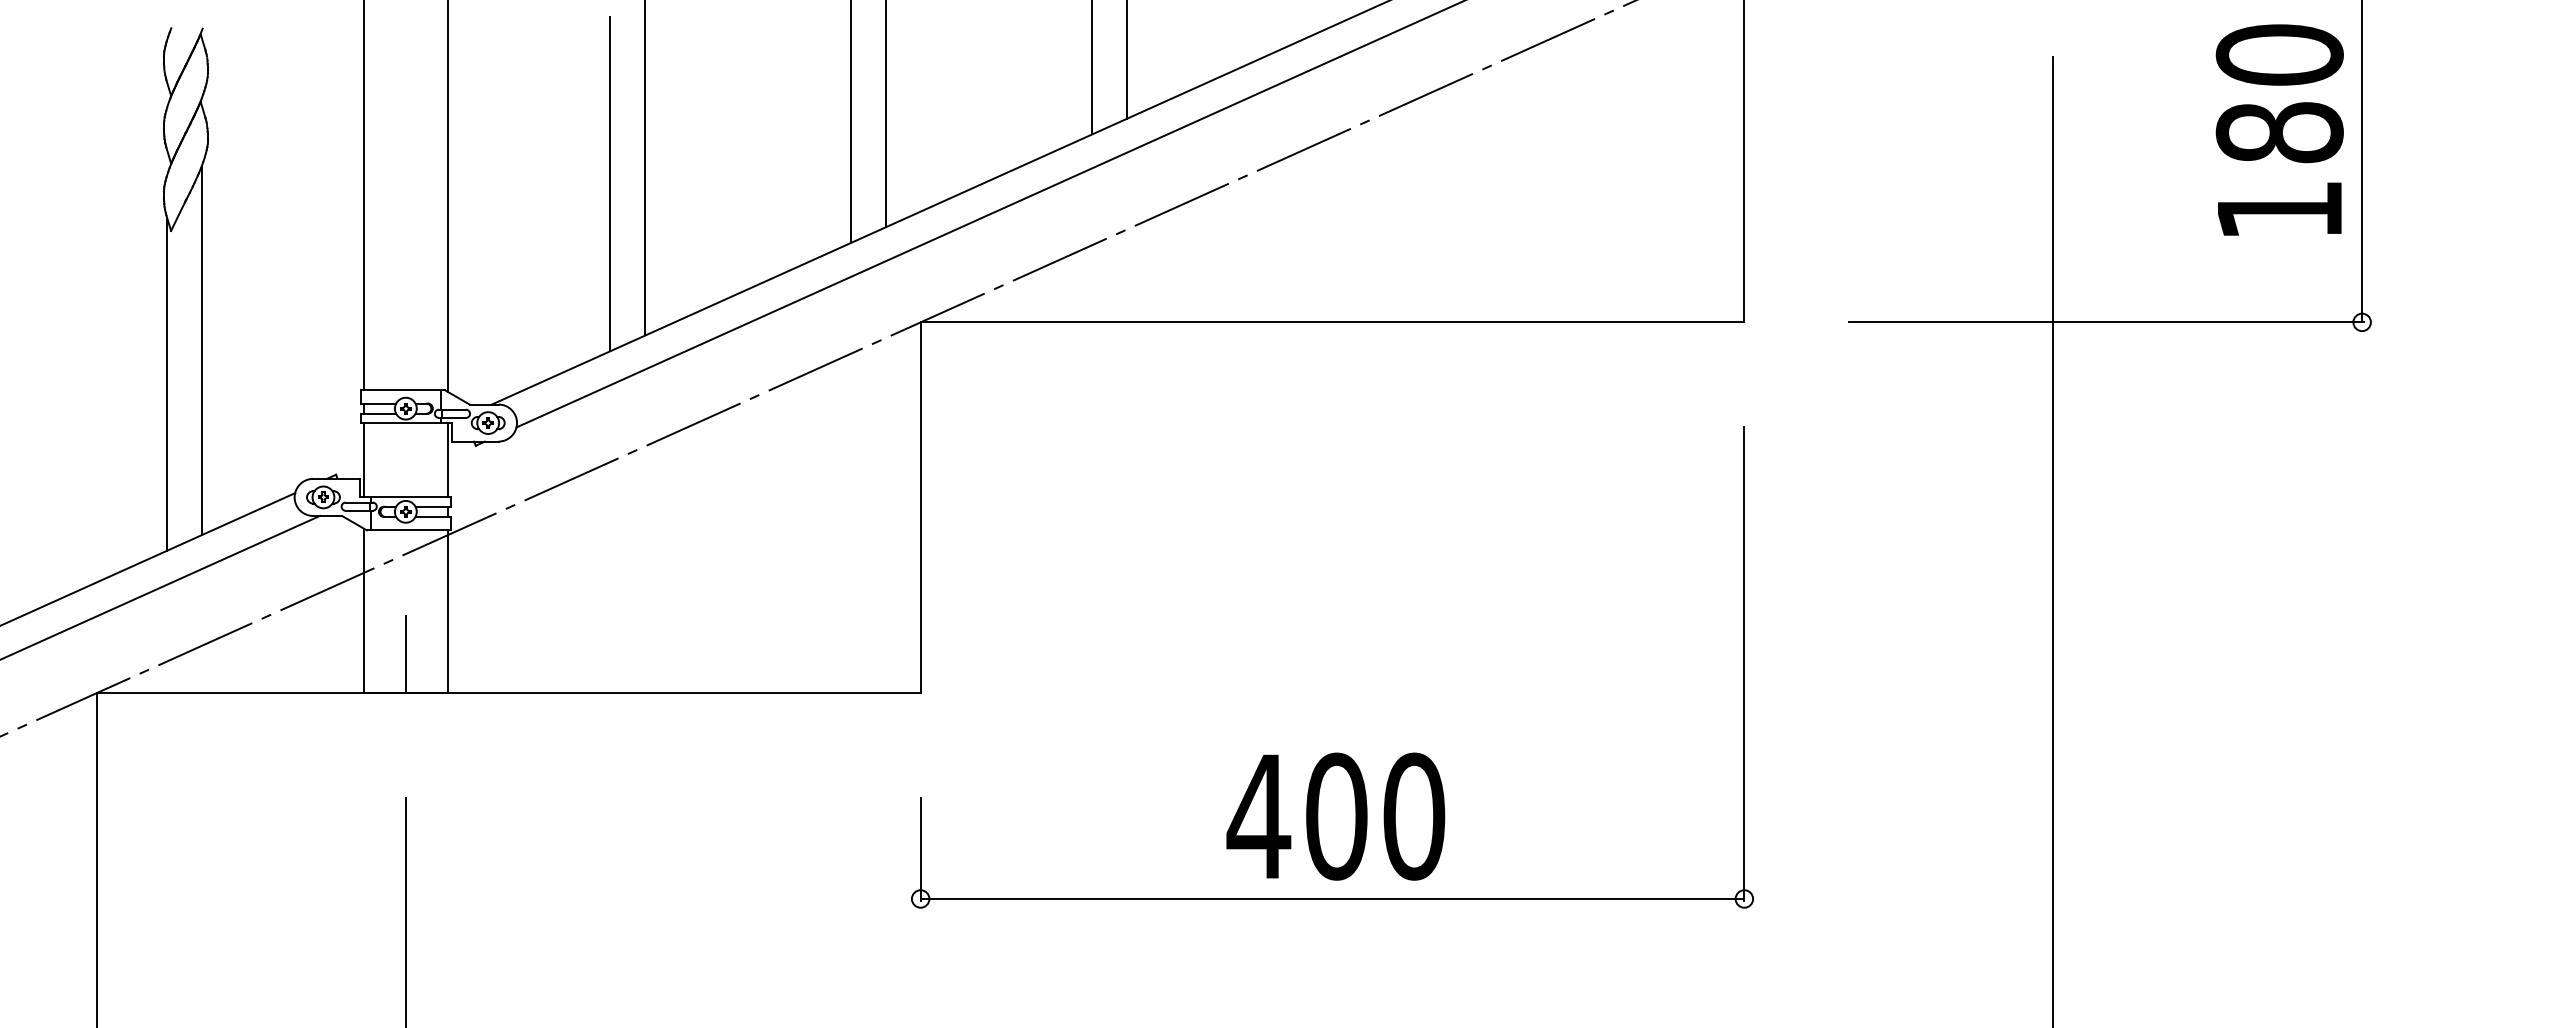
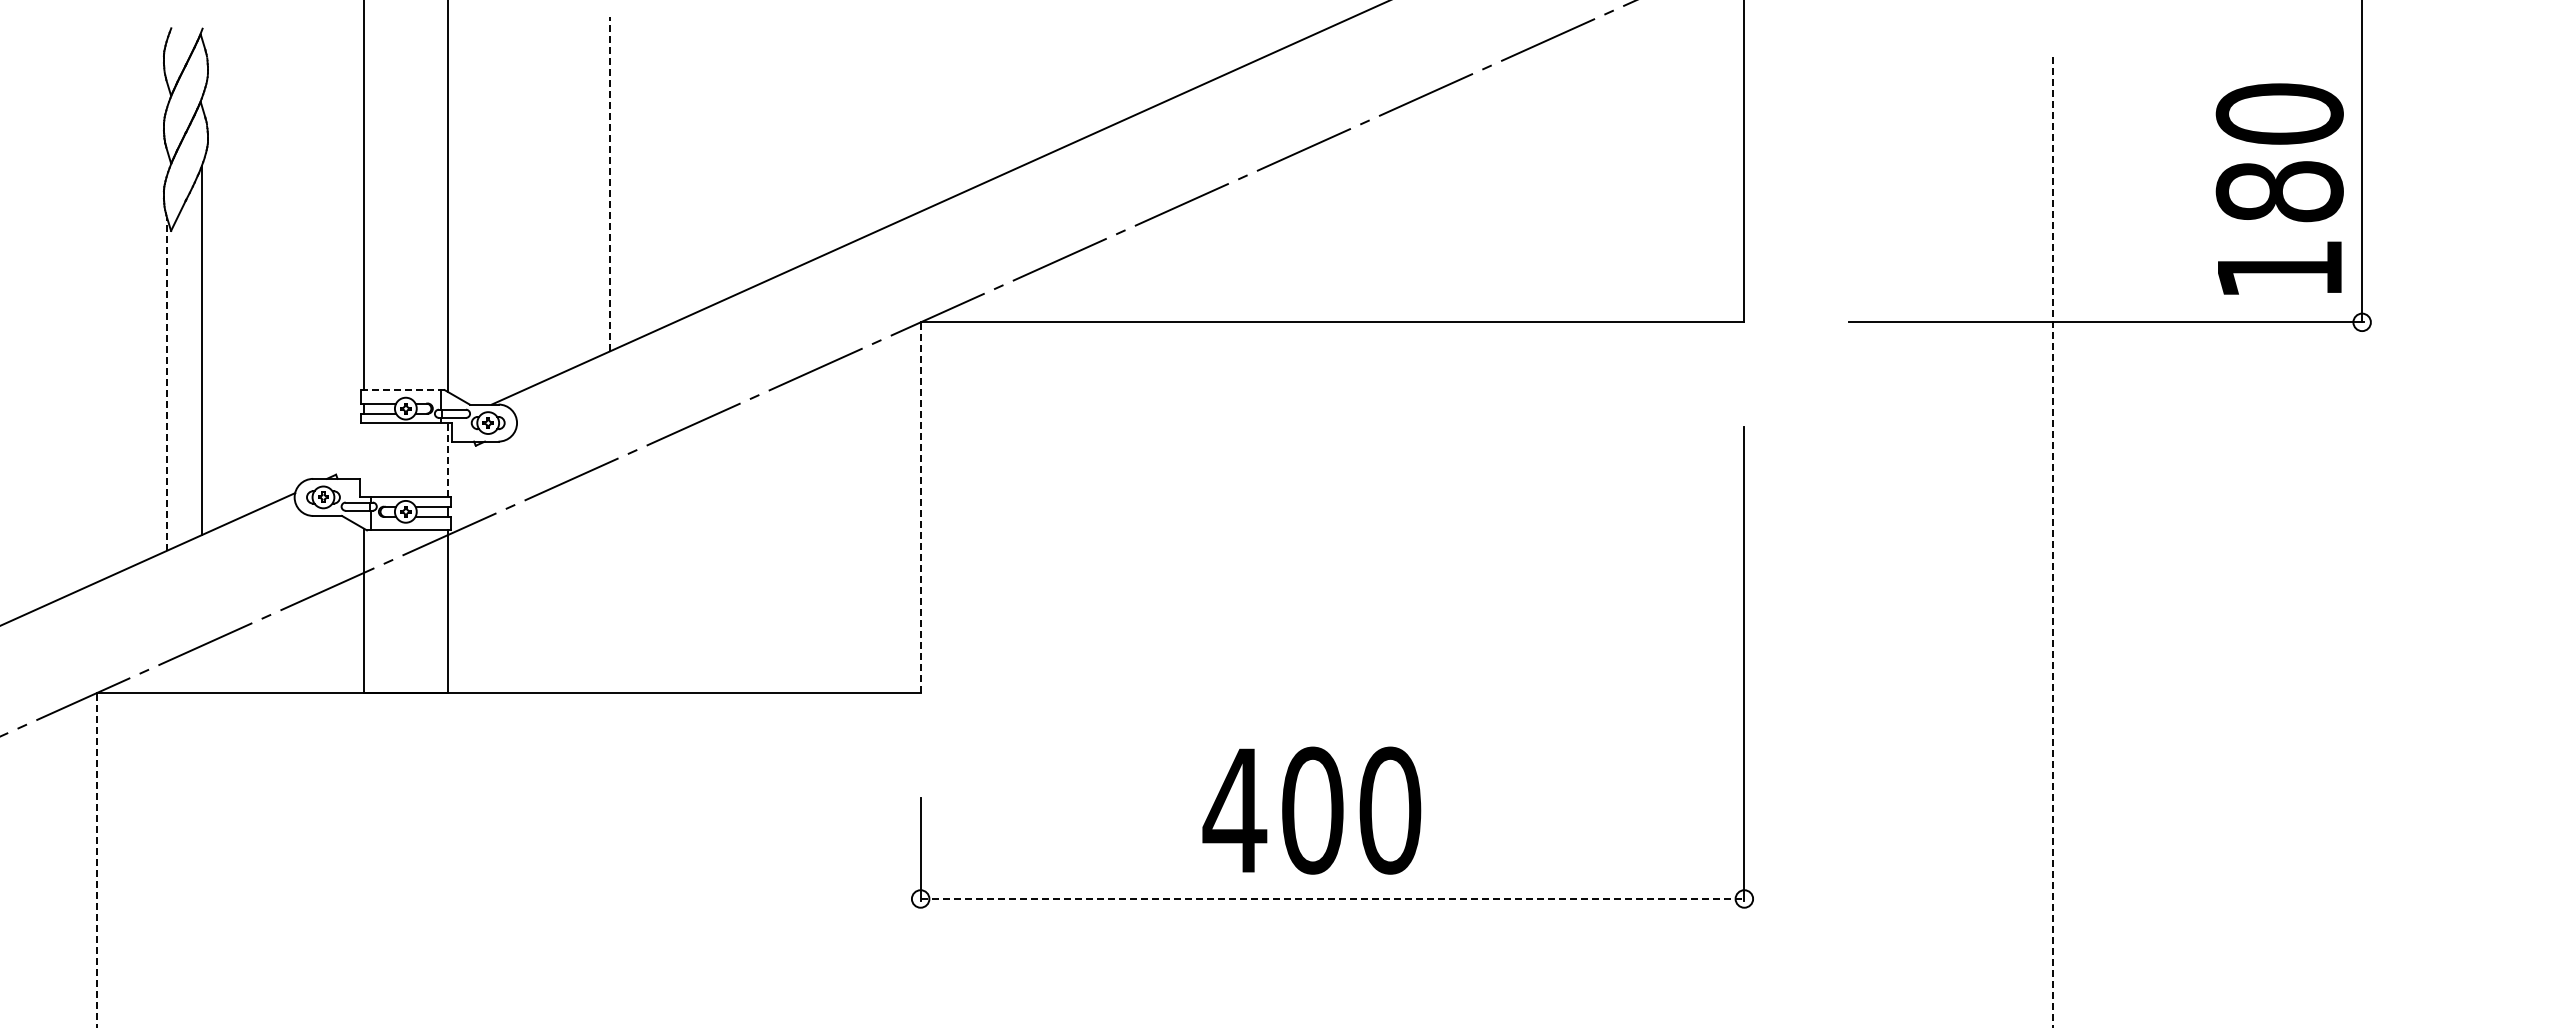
line at (1126, 60): present -> none
line at (1091, 68): present -> none
line at (885, 114): present -> none
line at (850, 122): present -> none
text at (2279, 129) position: (2279, 129) -> (2279, 188)
line at (644, 168): present -> none
line at (609, 184): solid -> dashed
line at (988, 214): present -> none
line at (166, 384): solid -> dashed
line at (403, 390): solid -> dashed
line at (447, 459): solid -> dashed
line at (364, 460): present -> none
line at (920, 507): solid -> dashed
line at (2053, 542): solid -> dashed
line at (160, 586): present -> none
line at (405, 653): present -> none
text at (1335, 816) position: (1335, 816) -> (1311, 810)
line at (96, 859): solid -> dashed
line at (1332, 898): solid -> dashed
line at (405, 911): present -> none
